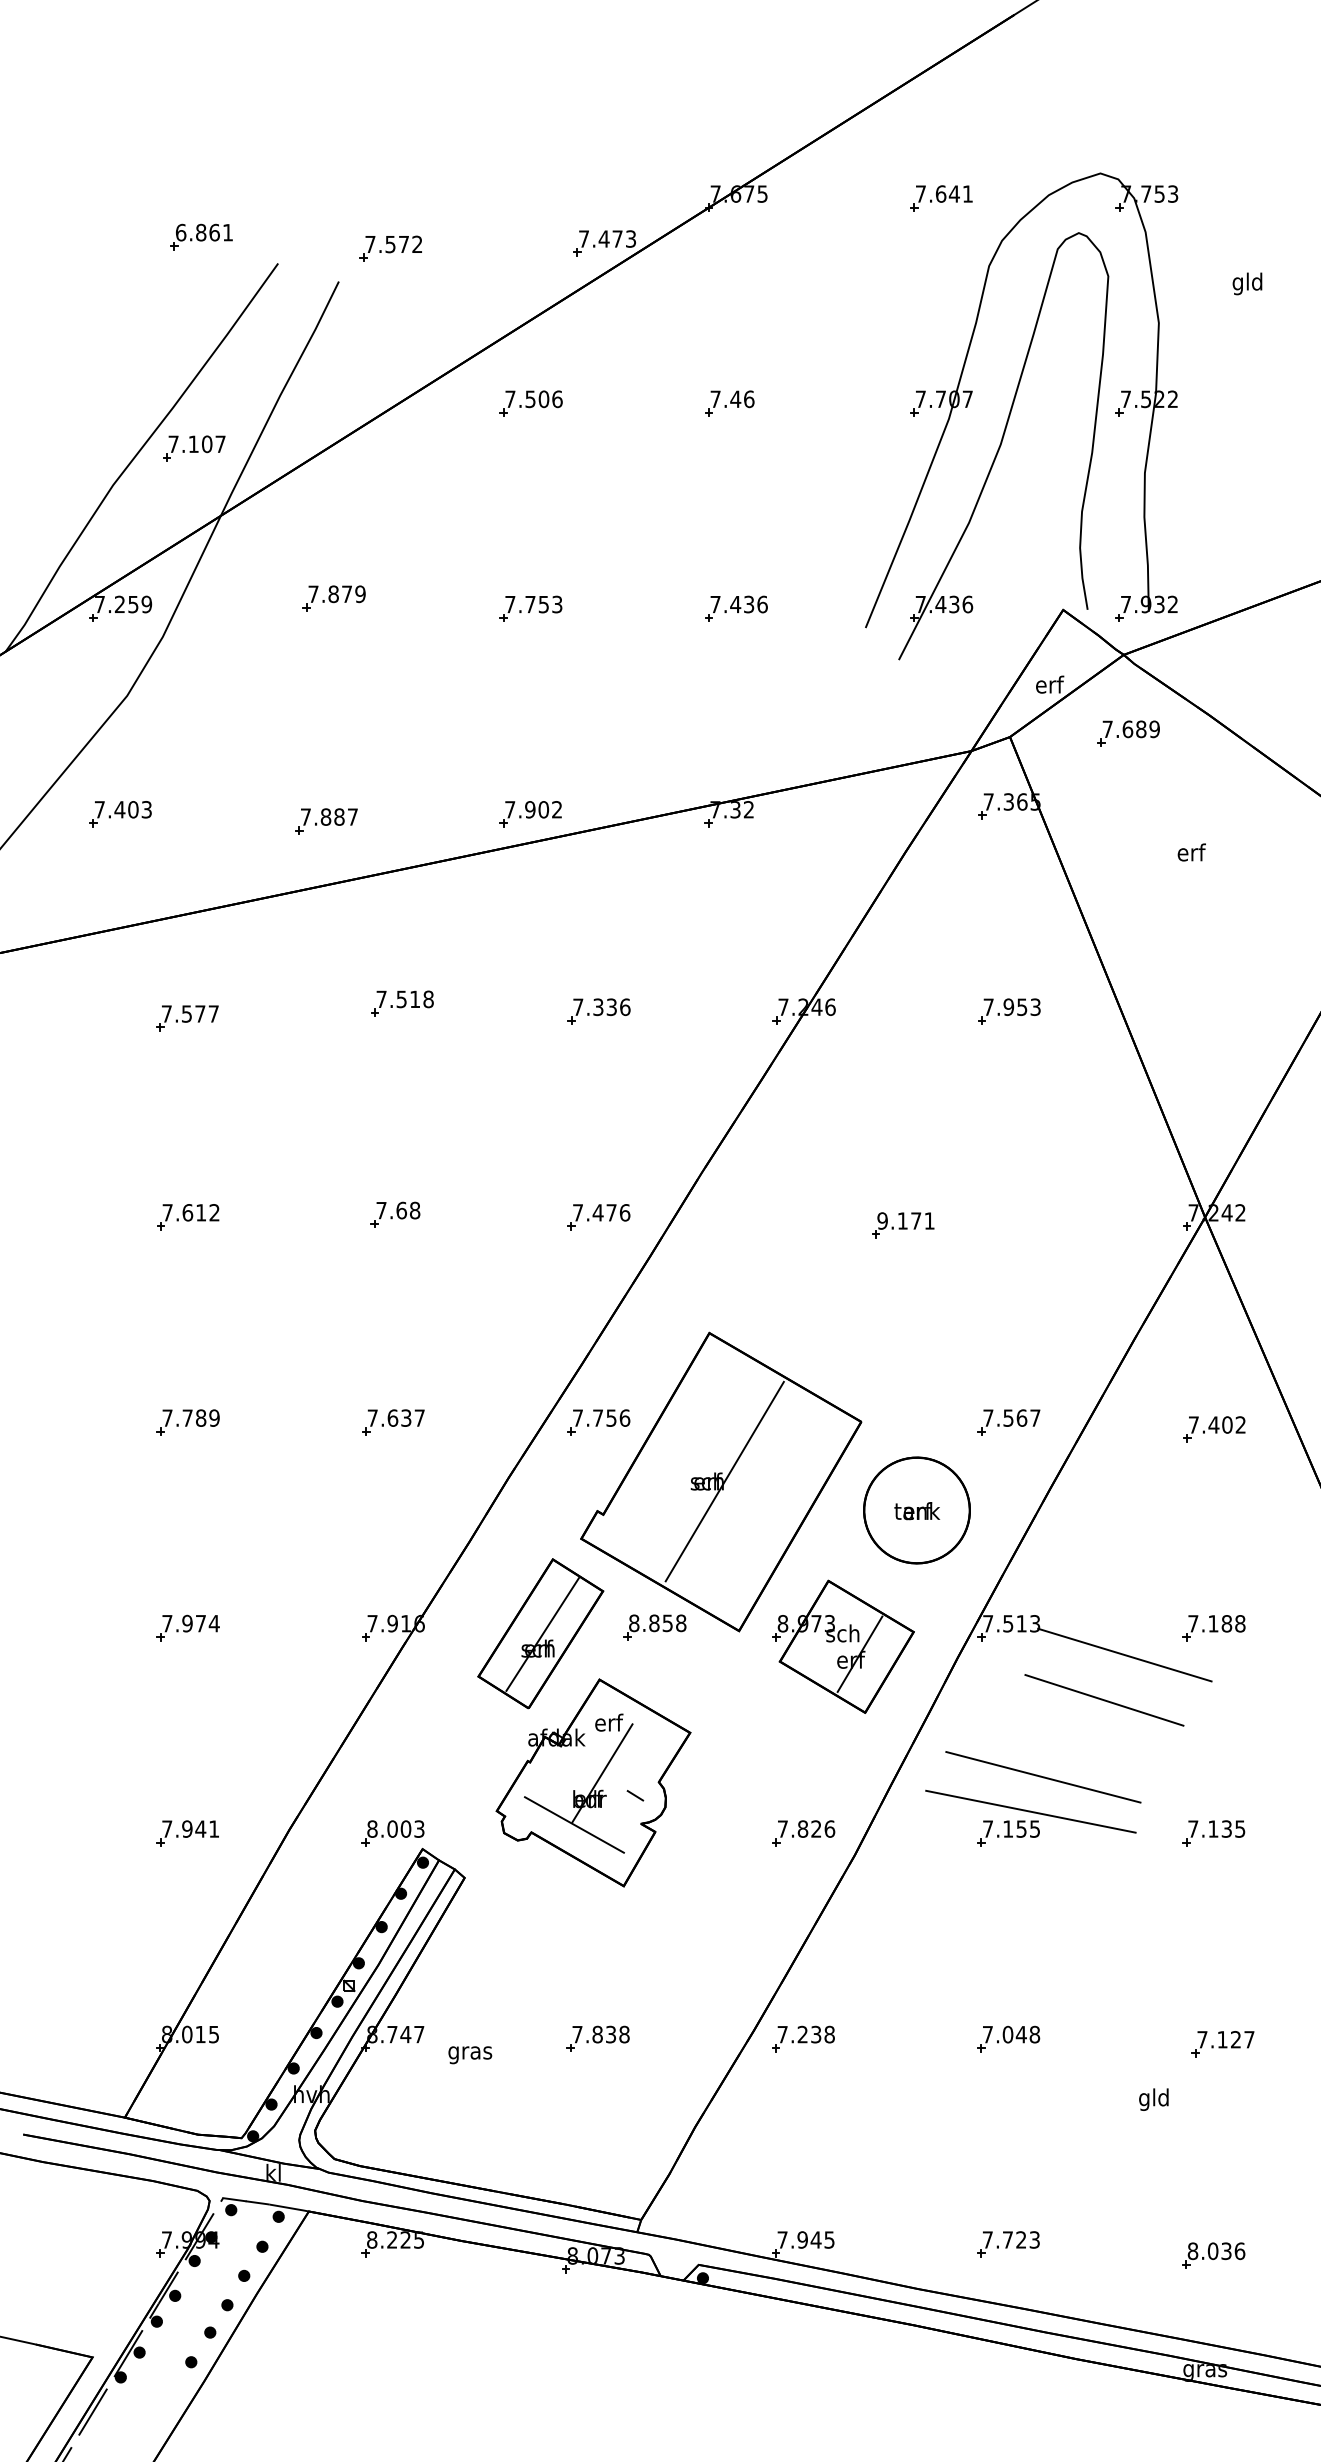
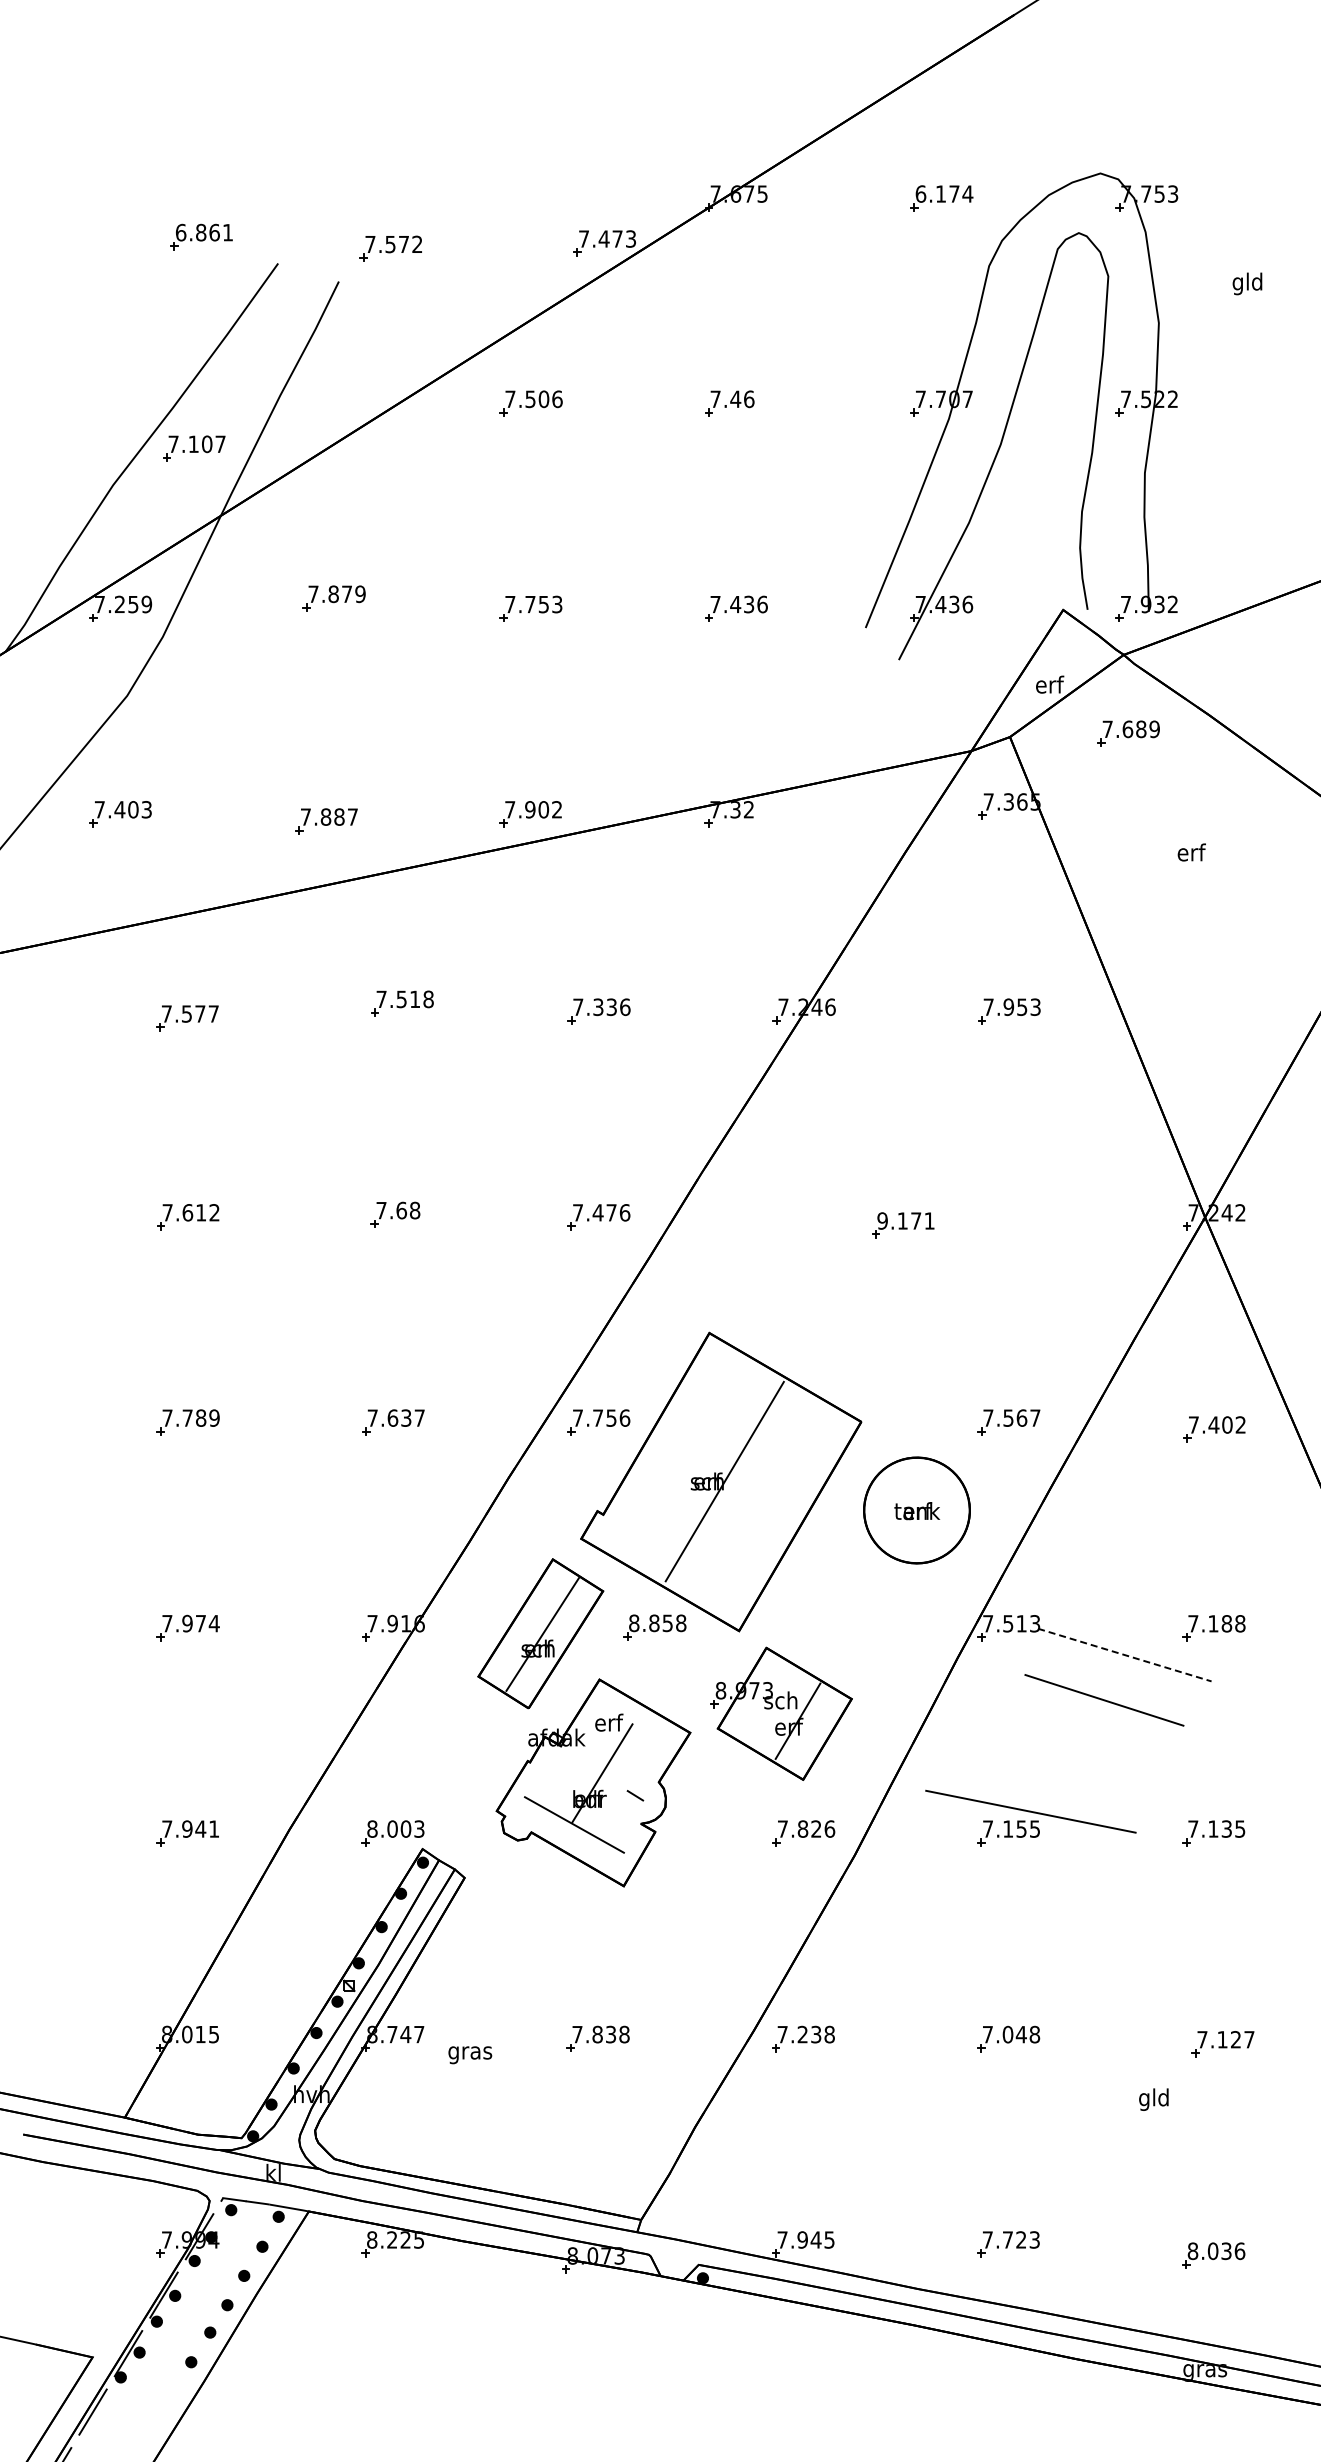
text at (944, 193): 7.641 -> 6.174
part at (843, 1646) position: (843, 1646) -> (781, 1713)
line at (1124, 1655): solid -> dashed
line at (1043, 1777): present -> none
